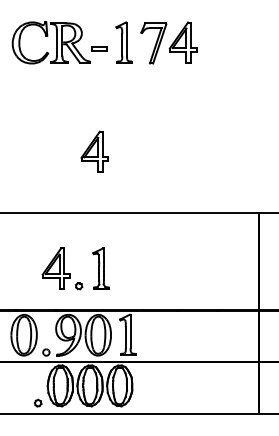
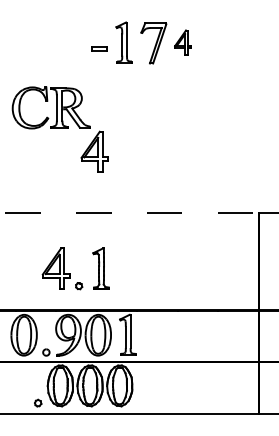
part at (50, 42) position: (50, 42) -> (50, 107)
part at (182, 42) size: 30x43 px -> 18x27 px
line at (130, 212): solid -> dashed
